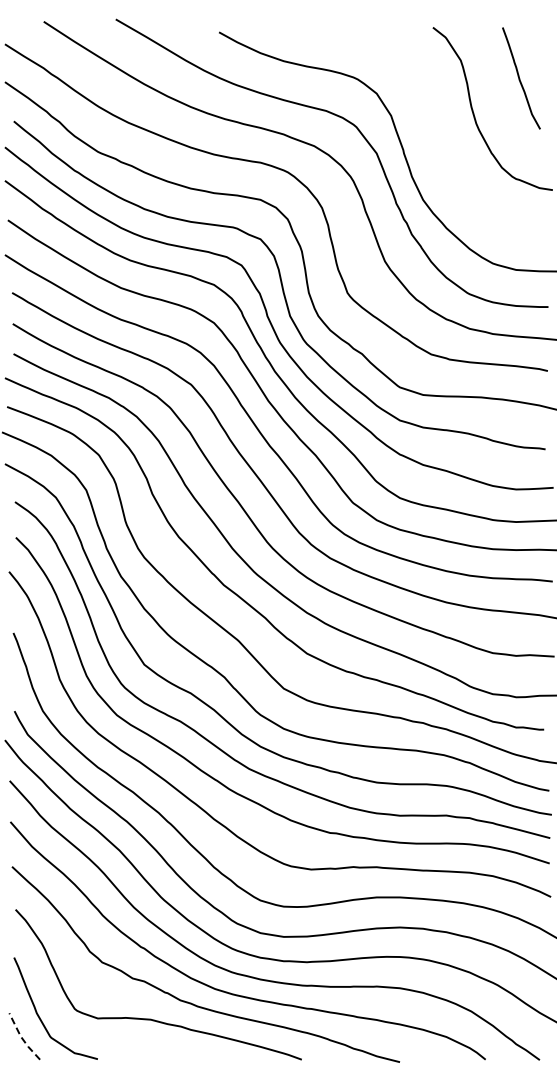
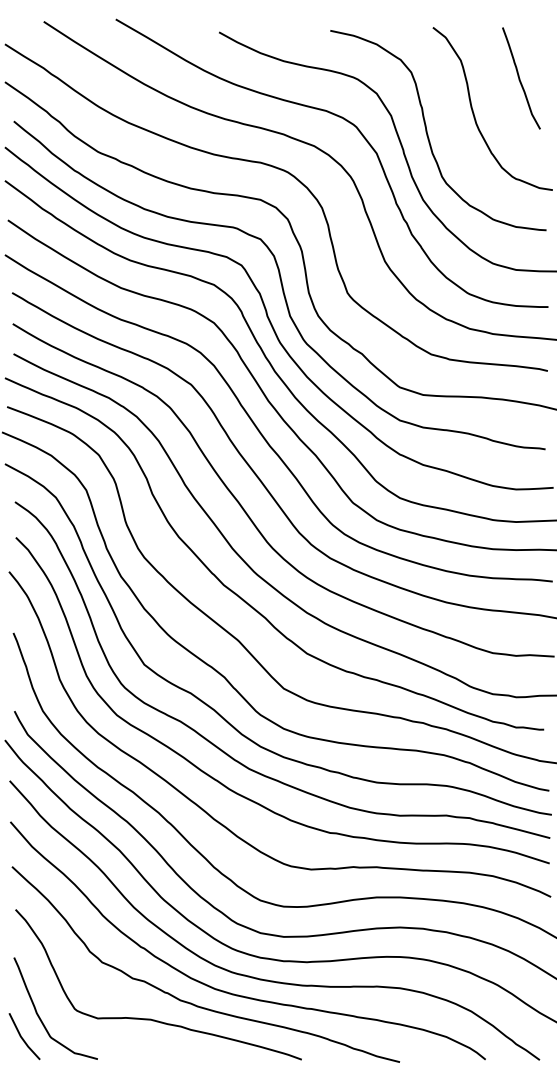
curve at (428, 134): none -> present
line at (21, 1038): dashed -> solid
